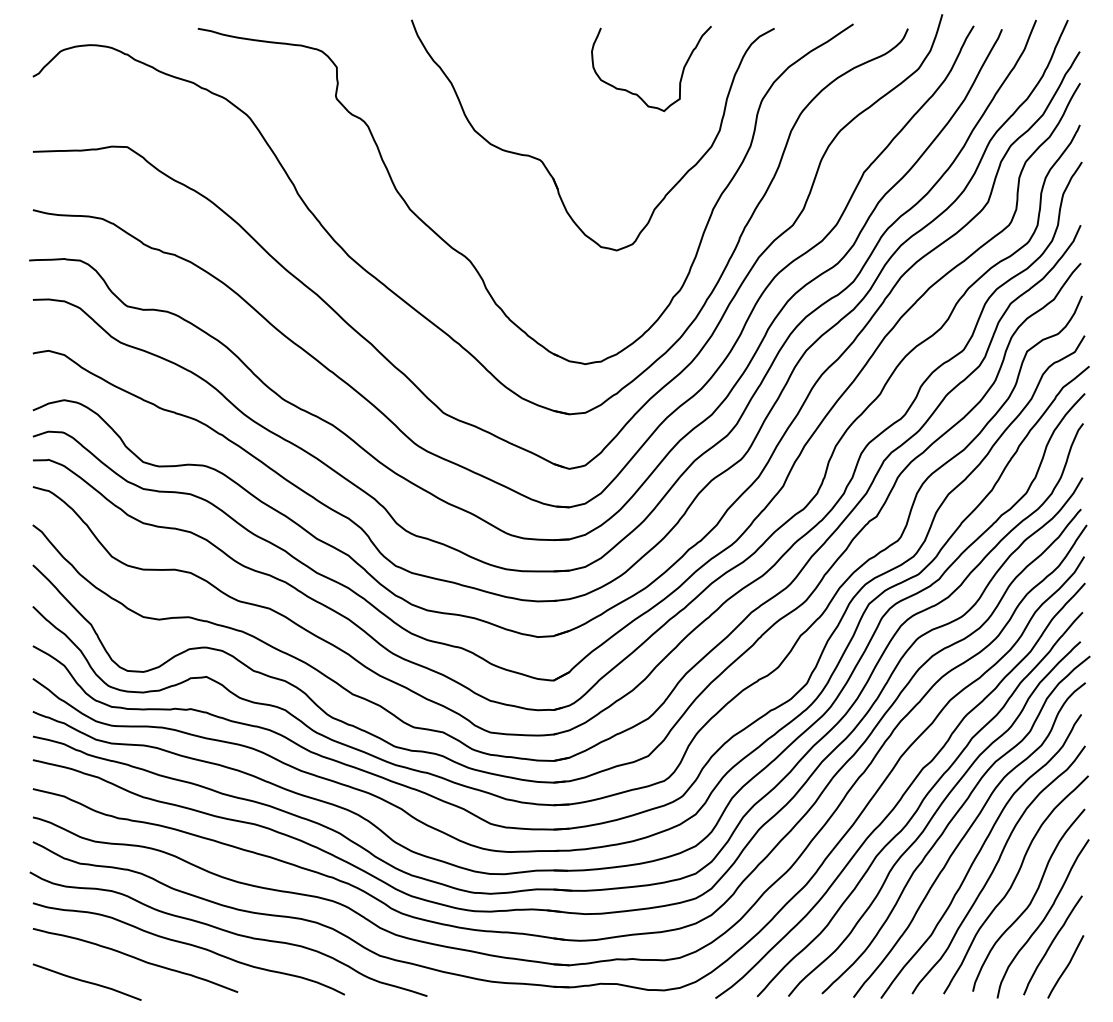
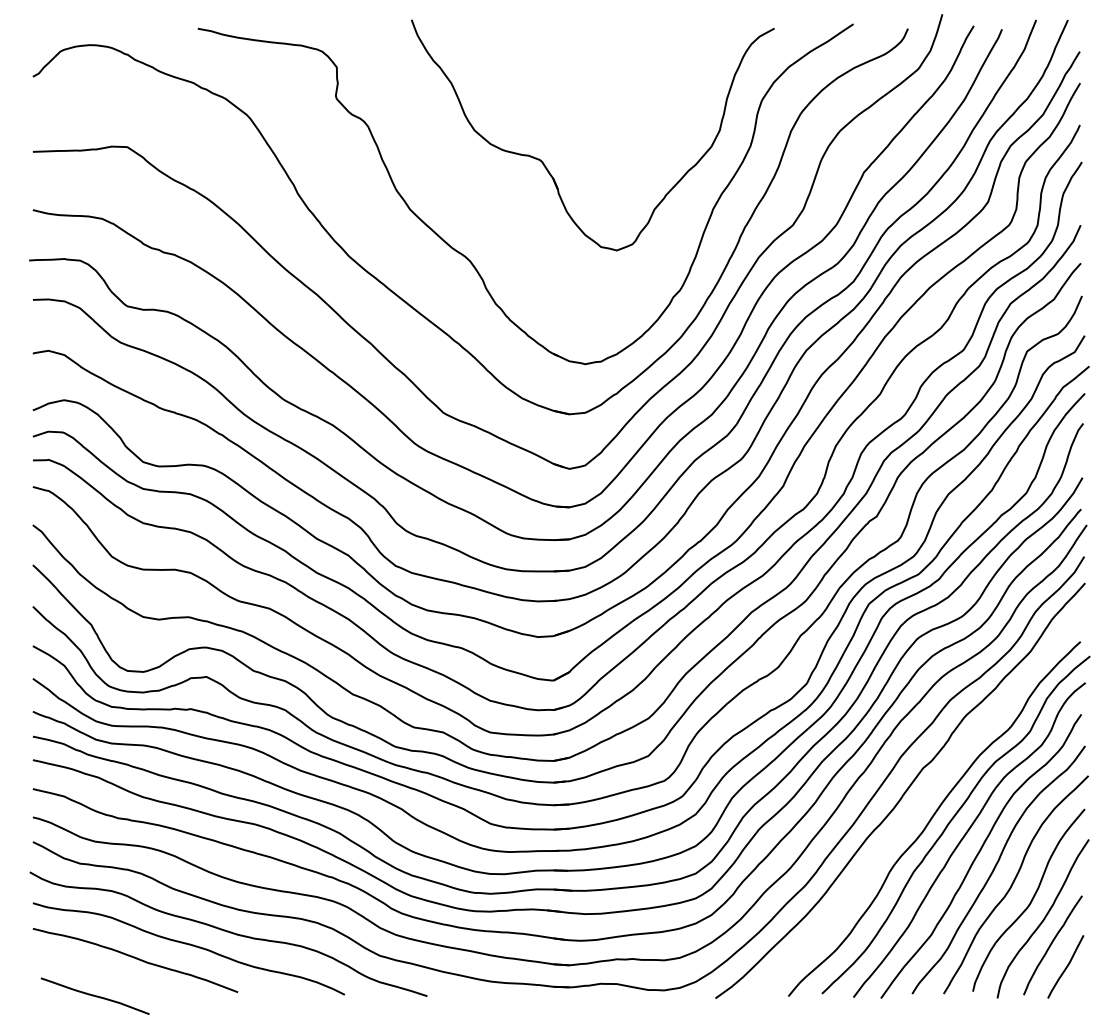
curve at (638, 94): present -> none
curve at (919, 804): present -> none
curve at (86, 981) position: (86, 981) -> (94, 995)
